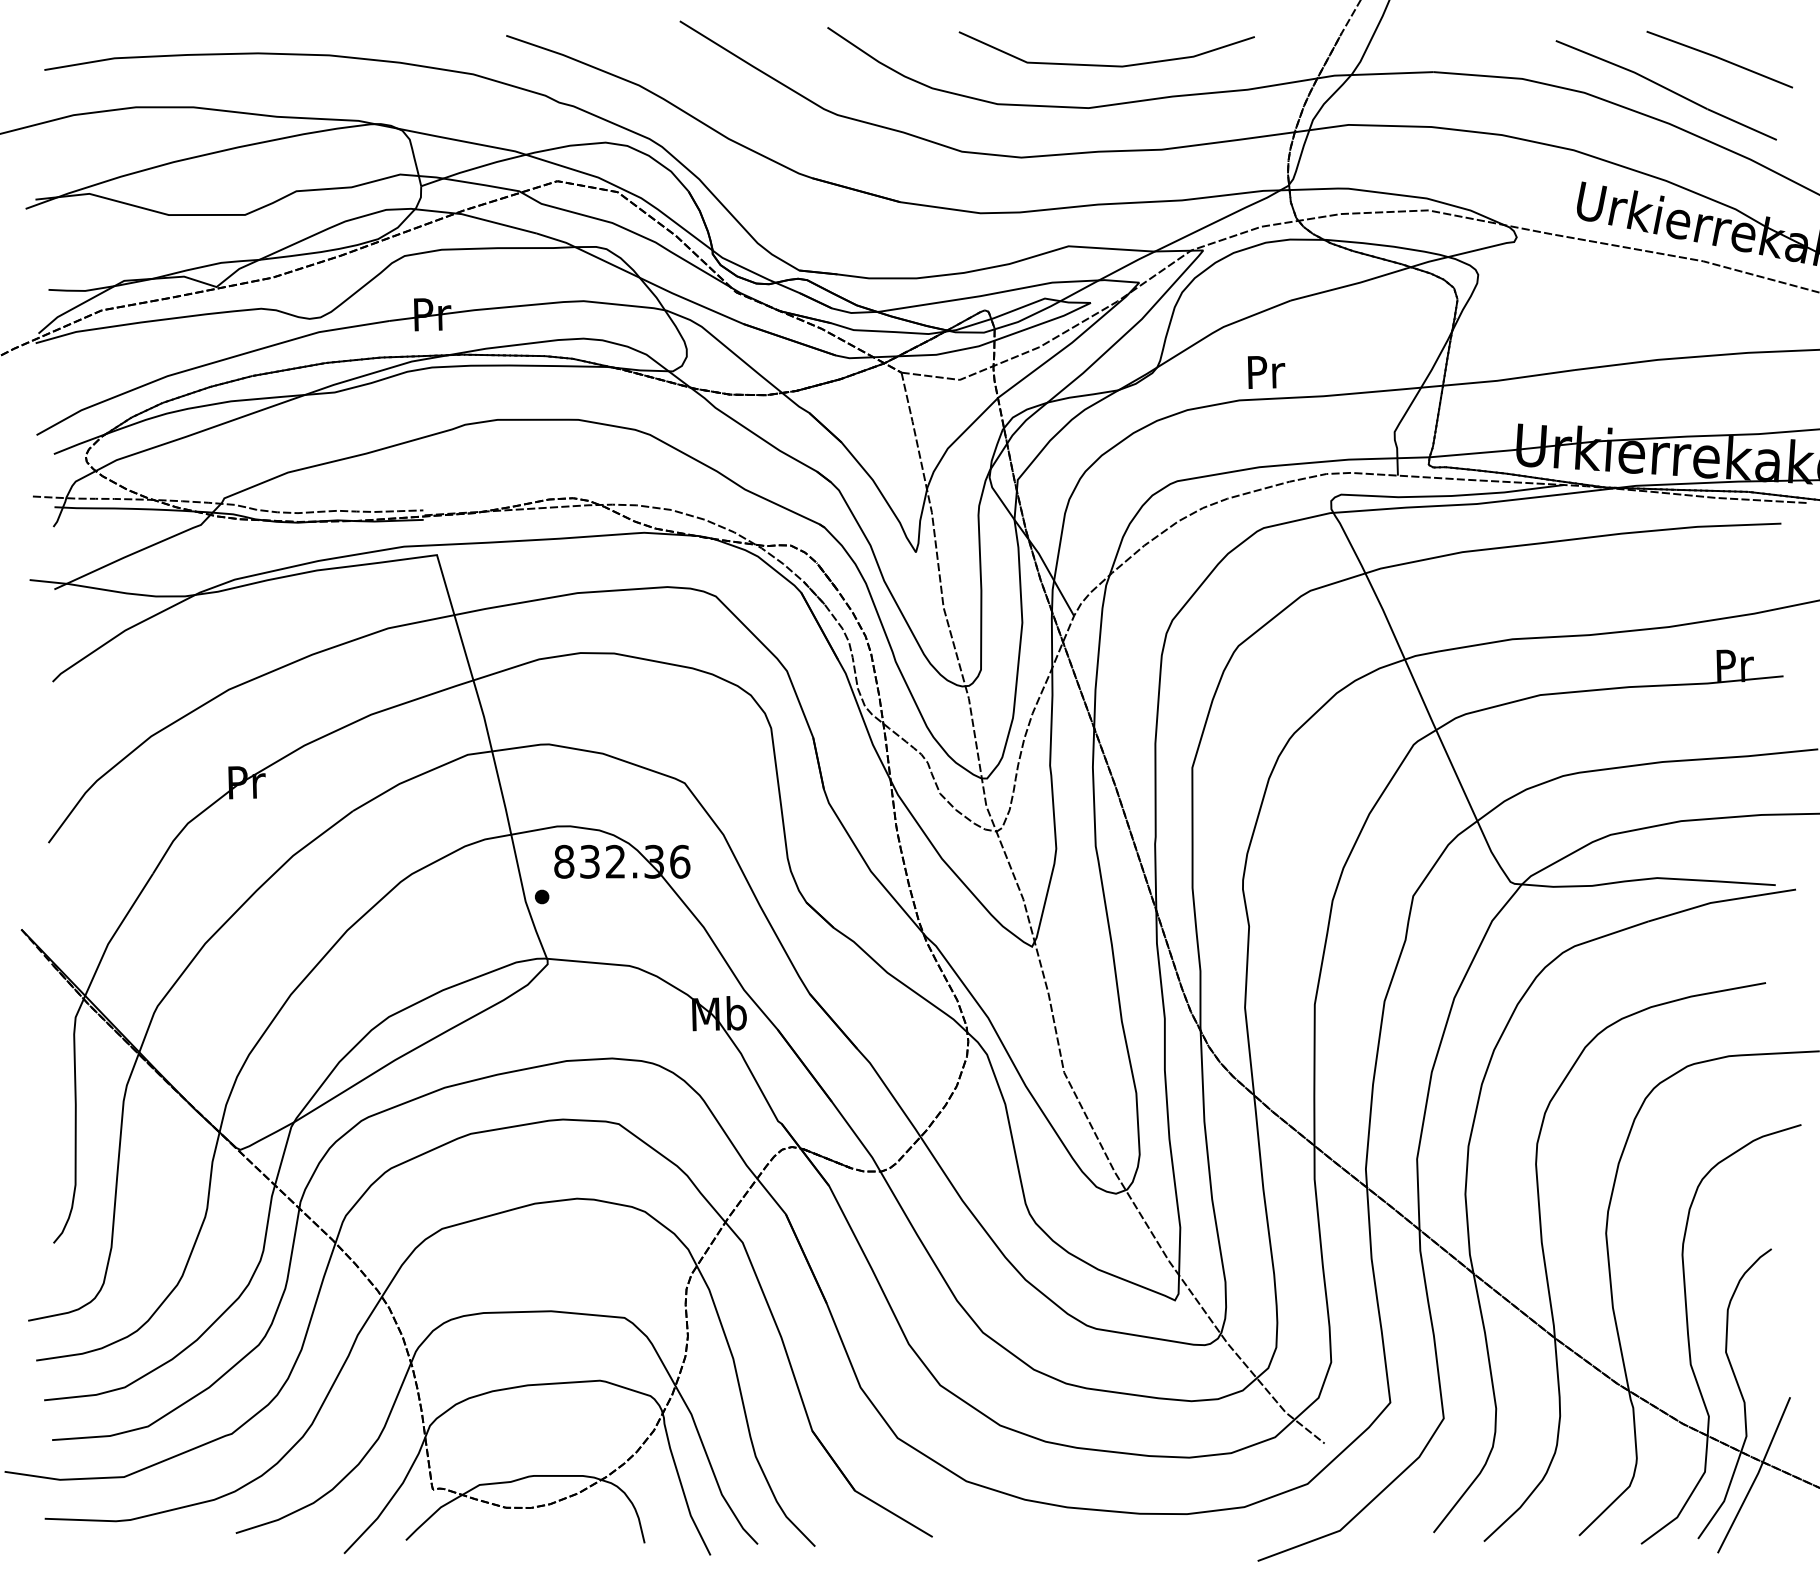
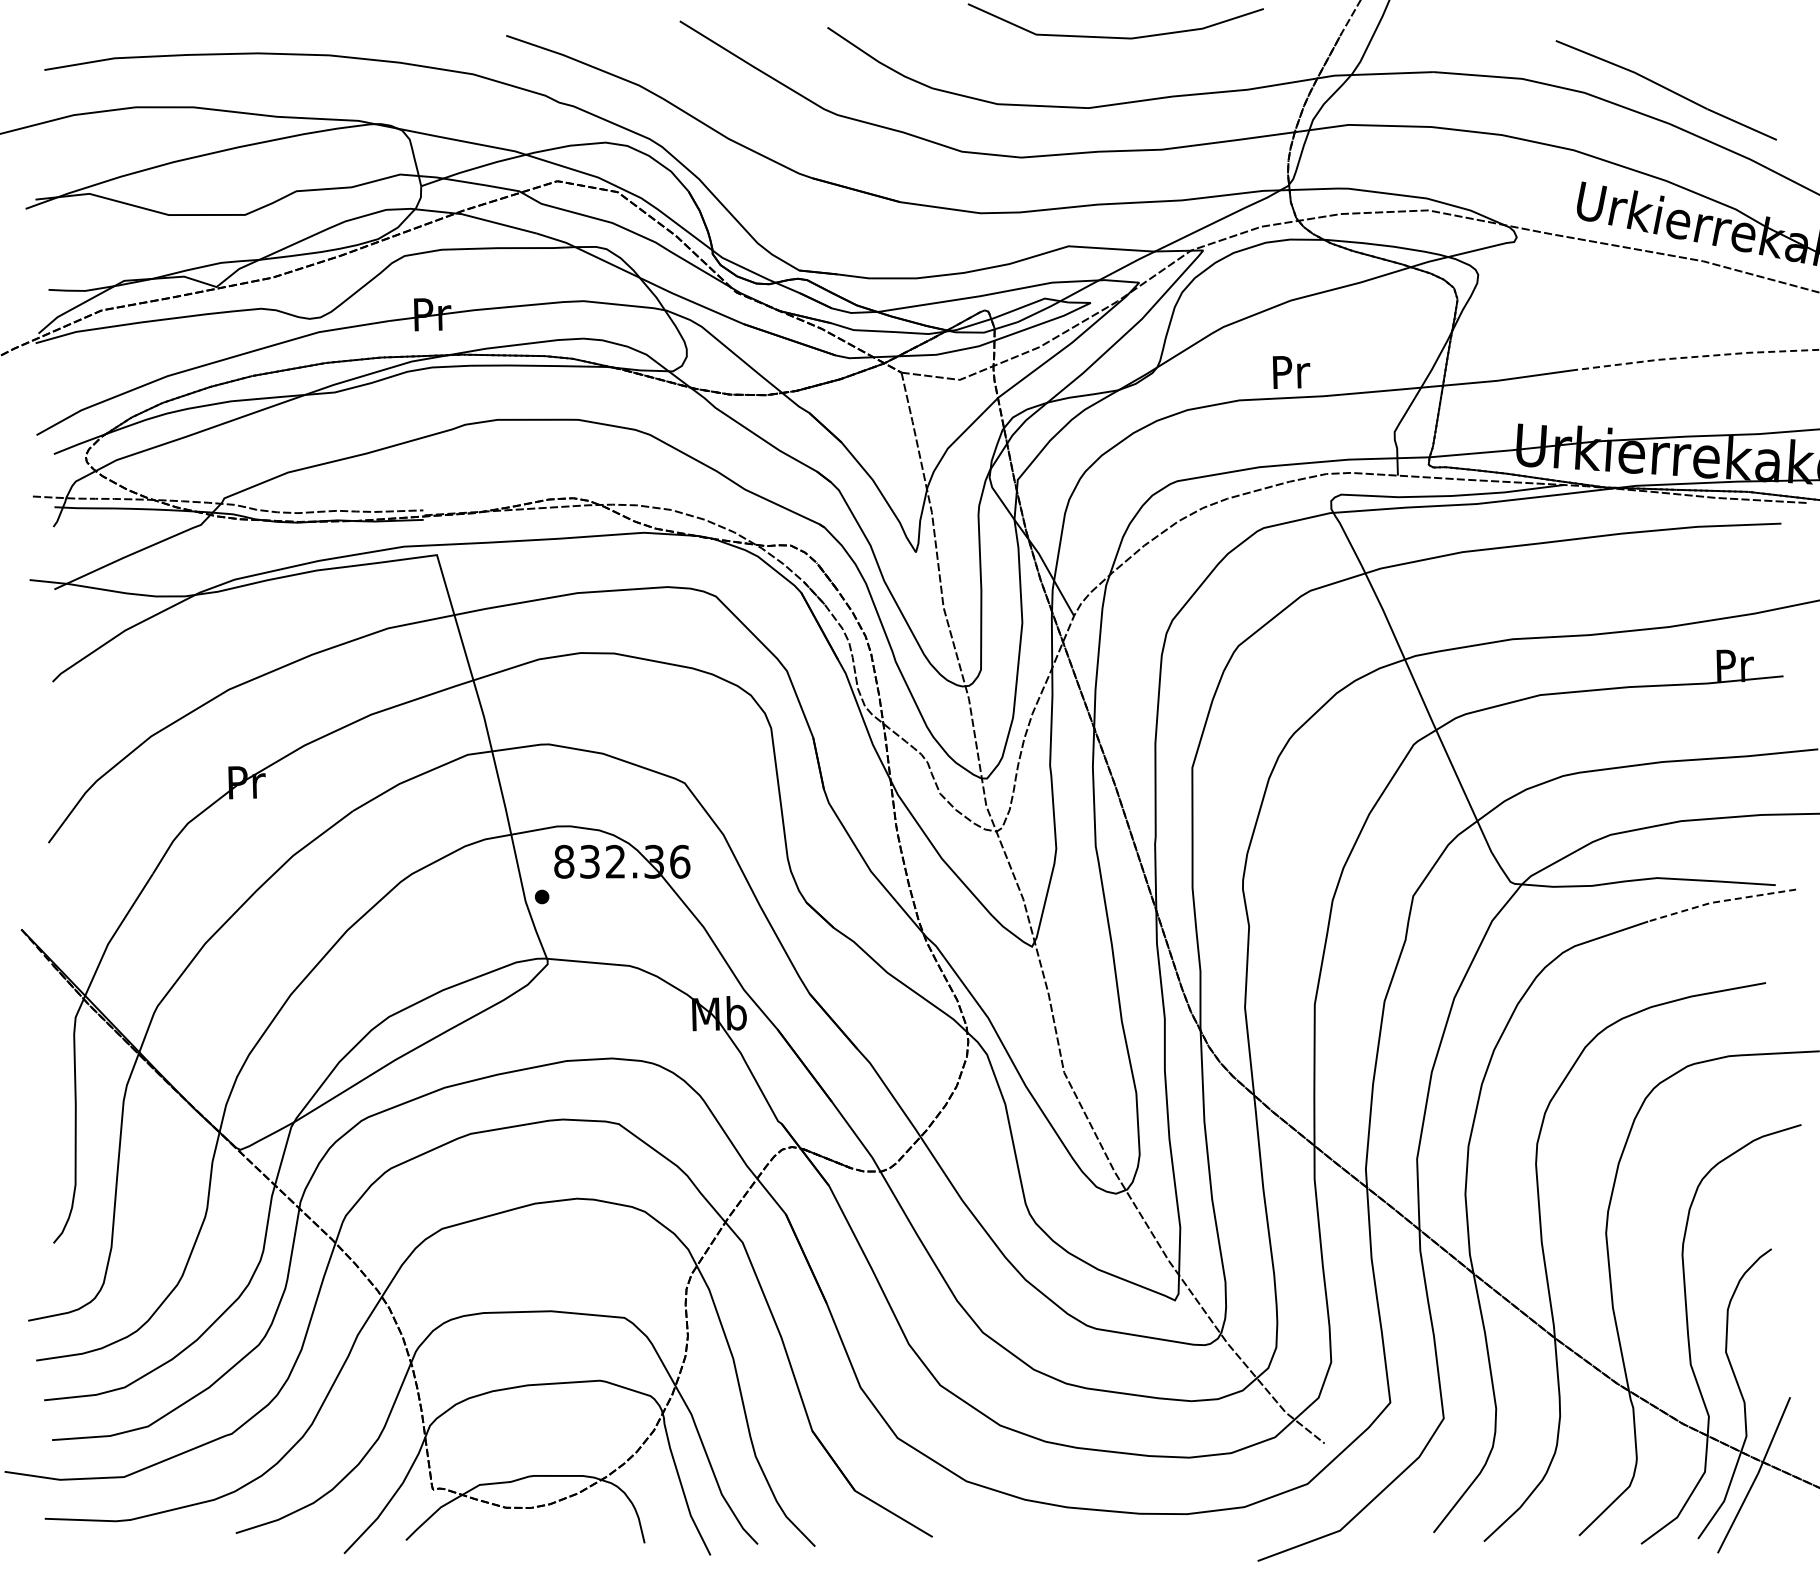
line at (1719, 59): present -> none
line at (1104, 64) position: (1104, 64) -> (1113, 36)
line at (1696, 356): solid -> dashed
text at (1266, 372) position: (1266, 372) -> (1291, 372)
line at (1720, 901): solid -> dashed
